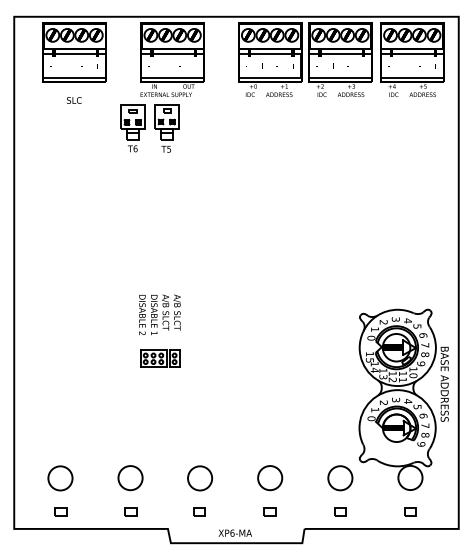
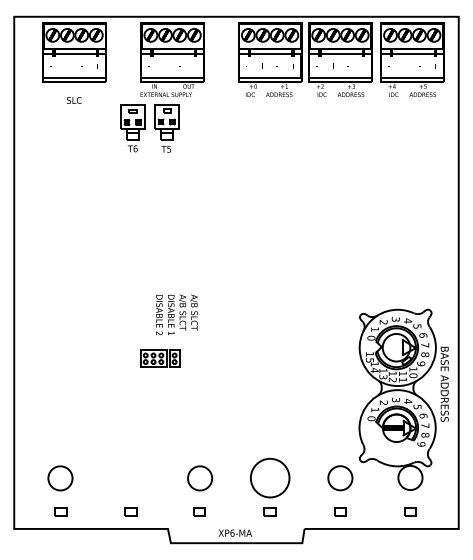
text at (159, 314) position: (159, 314) -> (176, 314)
fill at (393, 347): present -> none
circle at (130, 478): present -> none
circle at (270, 478) diameter: 24 px -> 39 px
